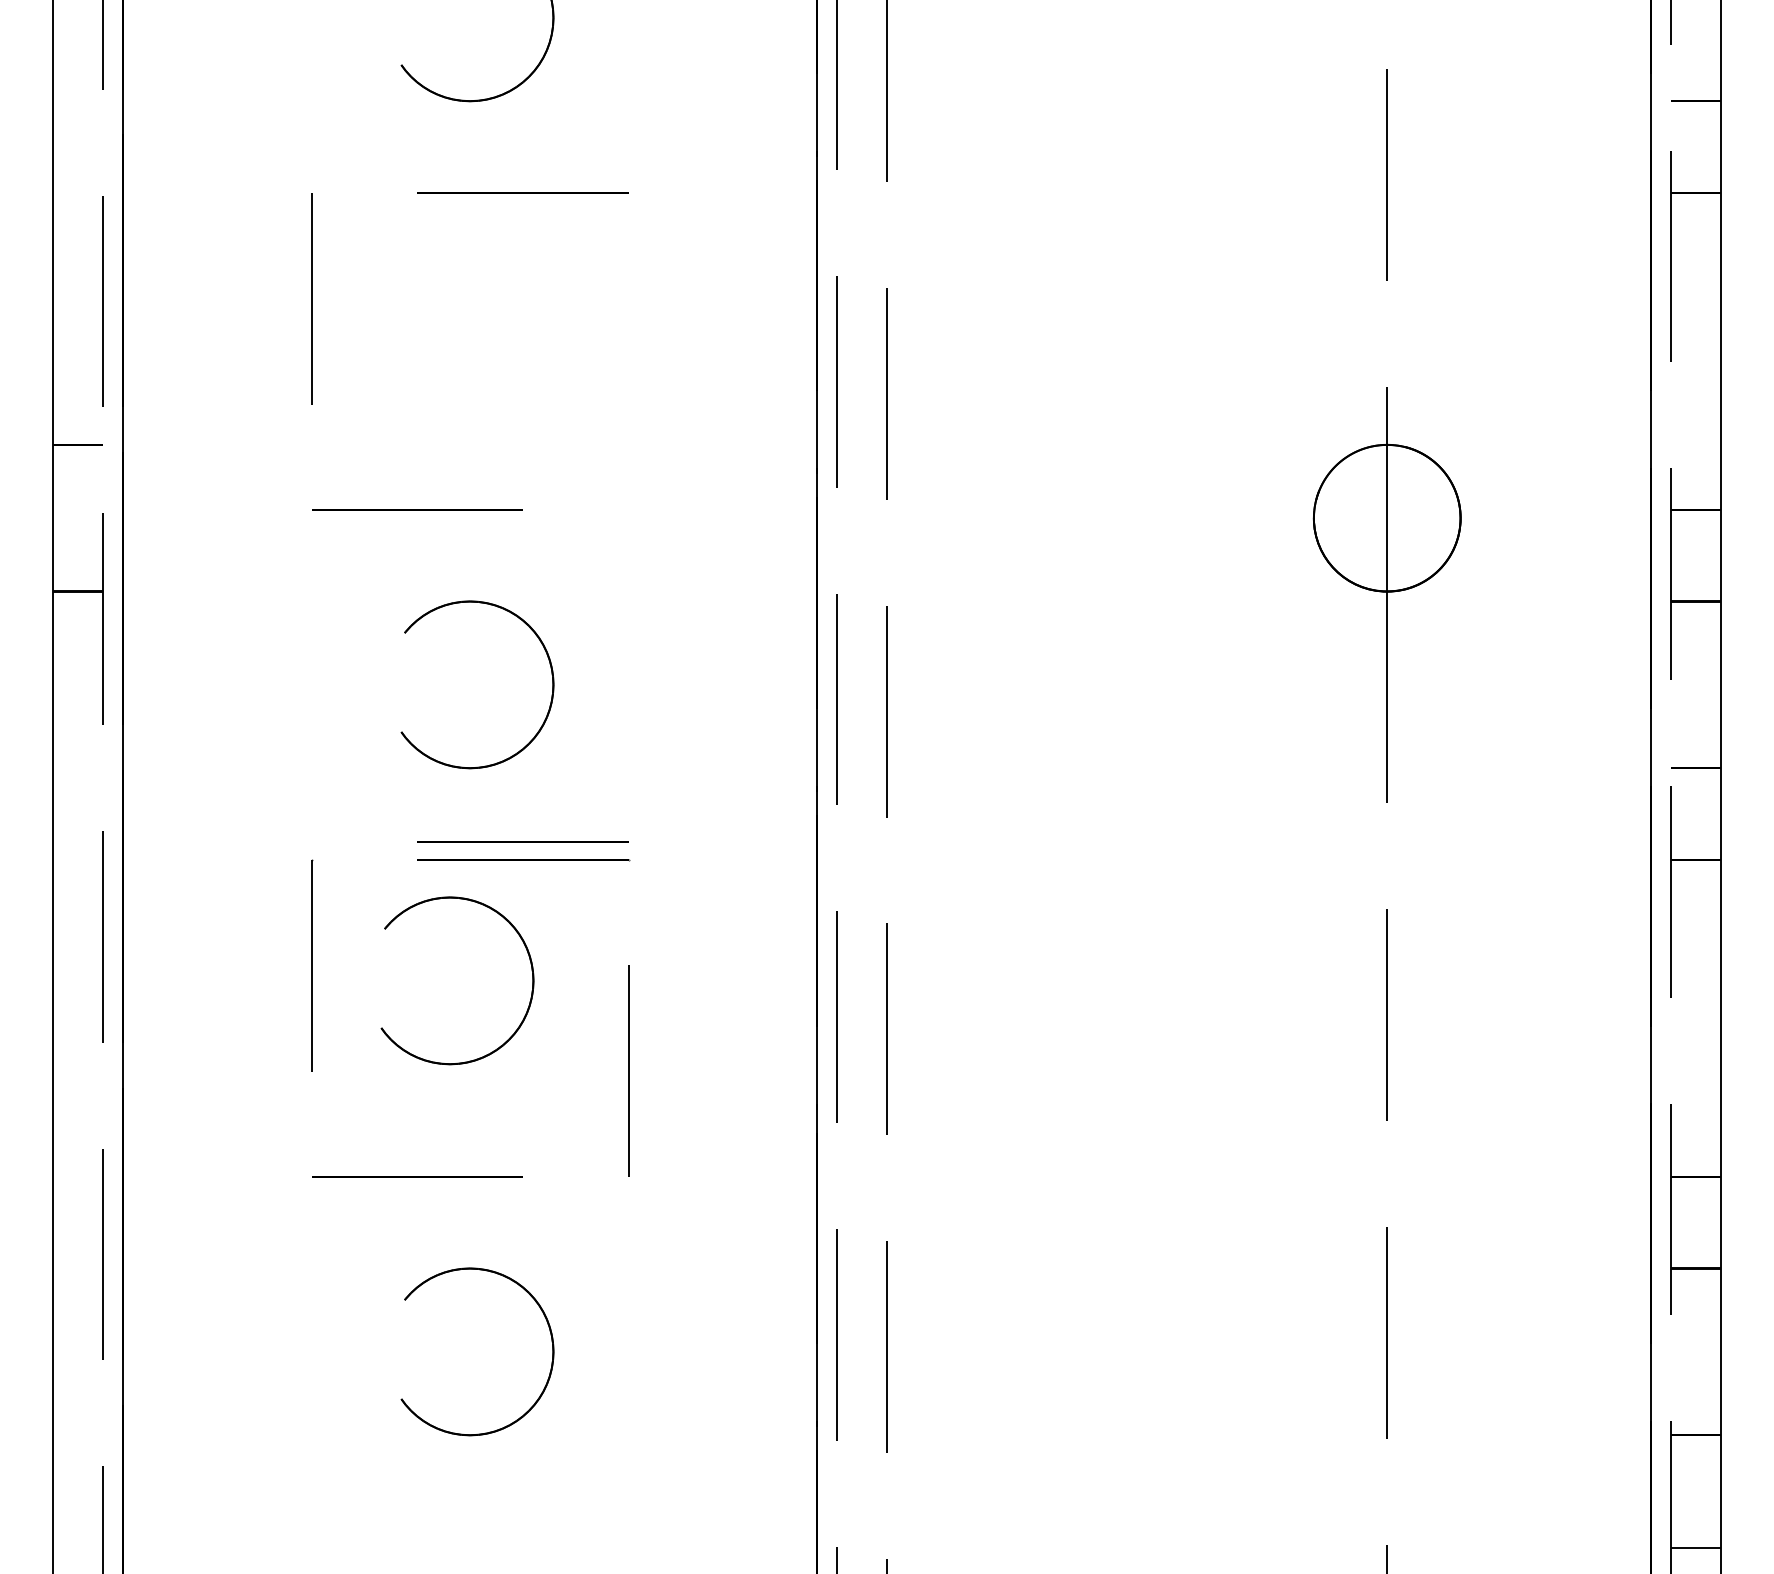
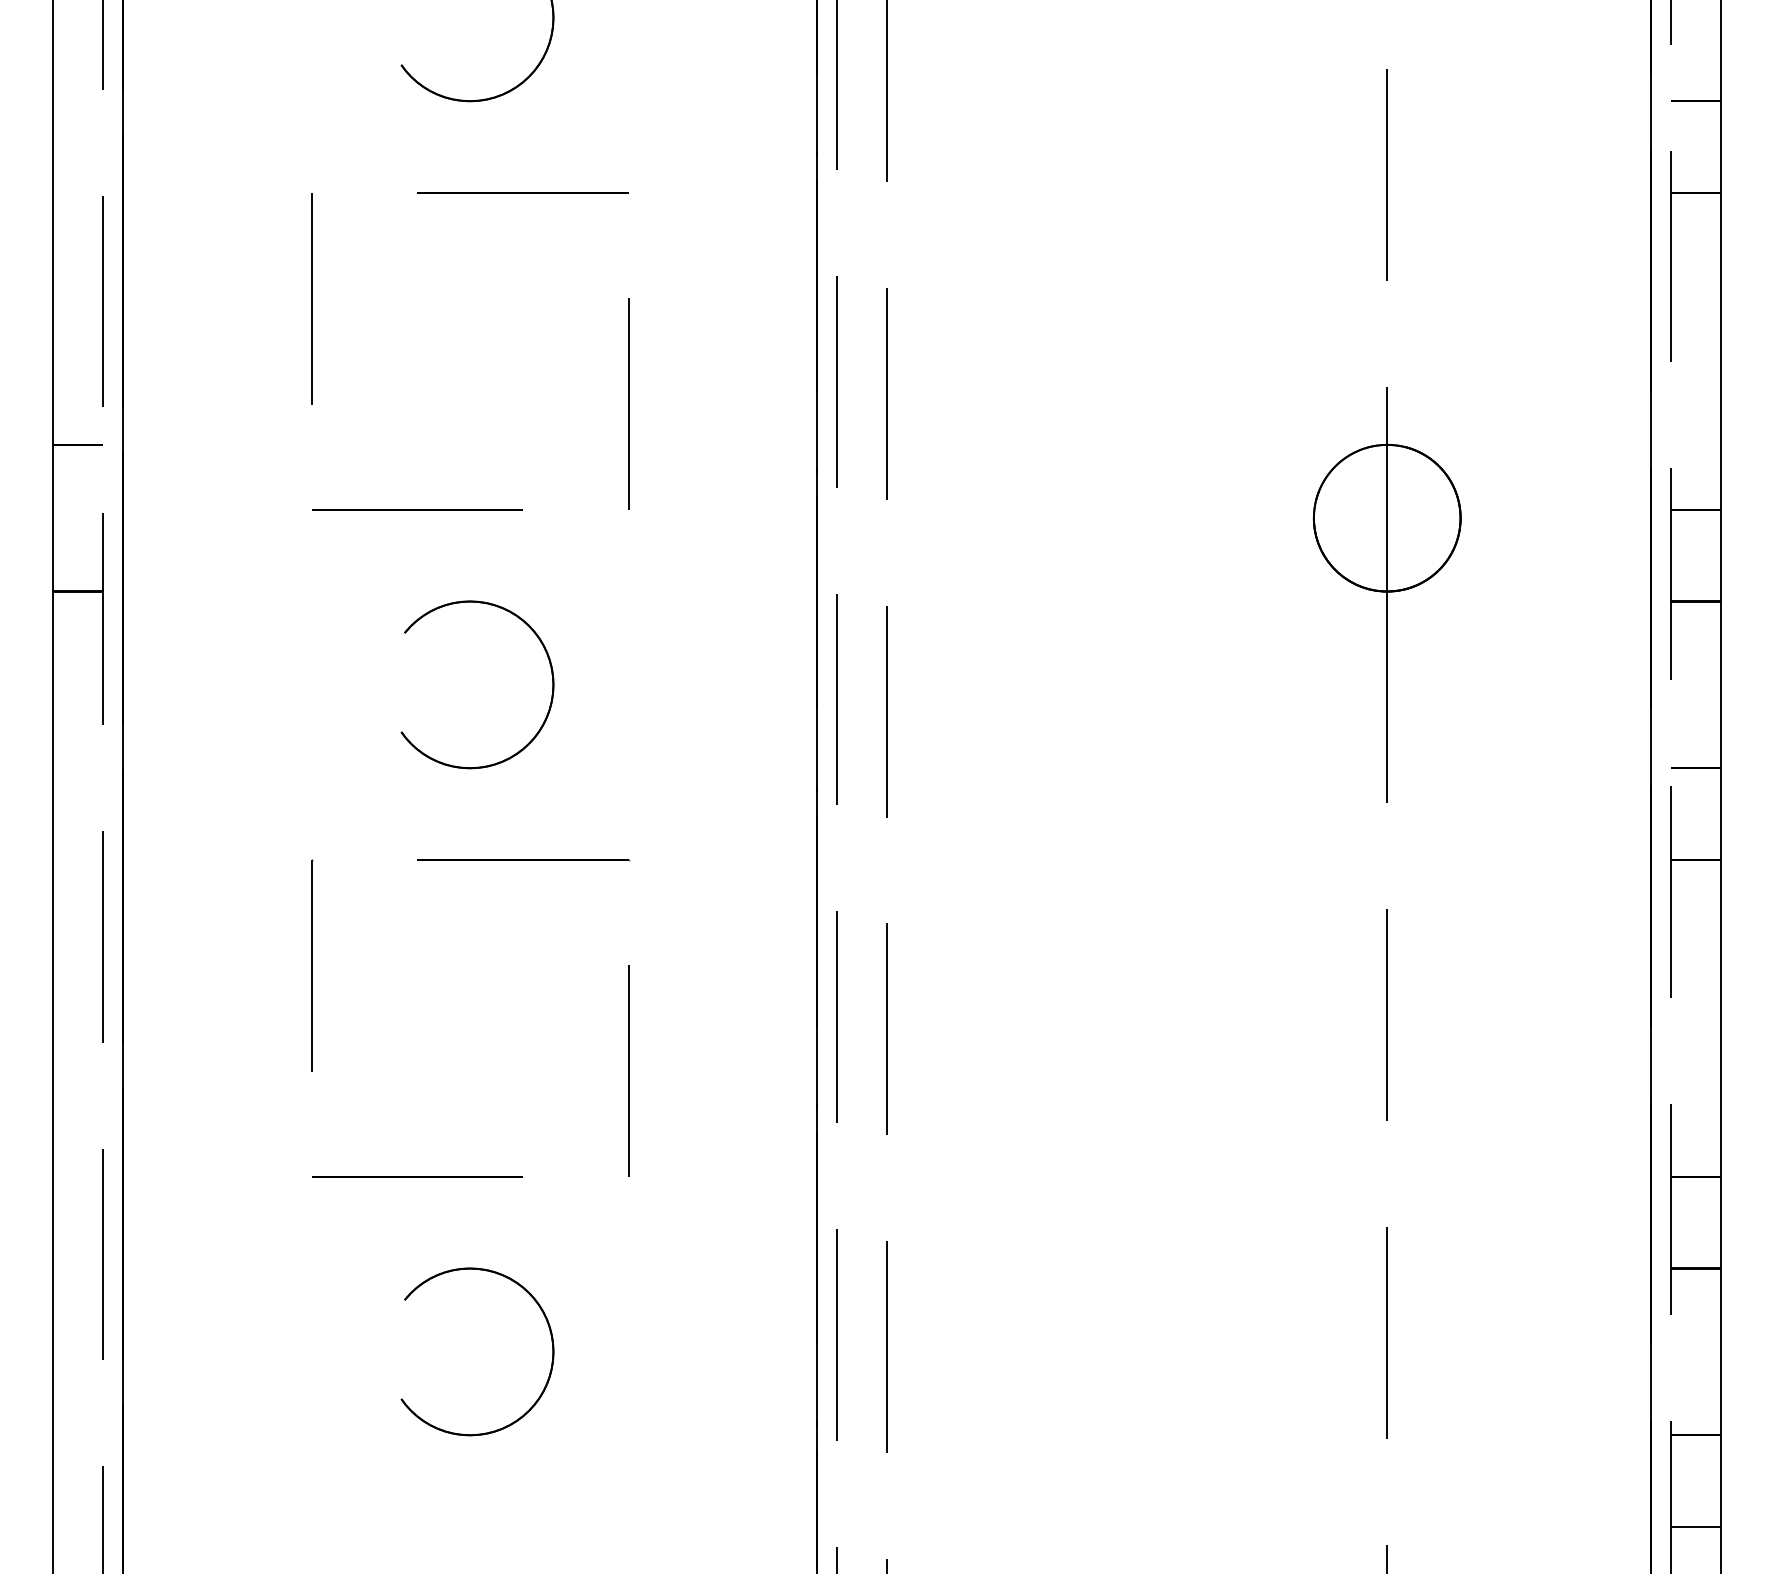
line at (628, 403): none -> present
line at (522, 841): present -> none
part at (531, 970): present -> none
line at (1695, 1547) position: (1695, 1547) -> (1695, 1526)
